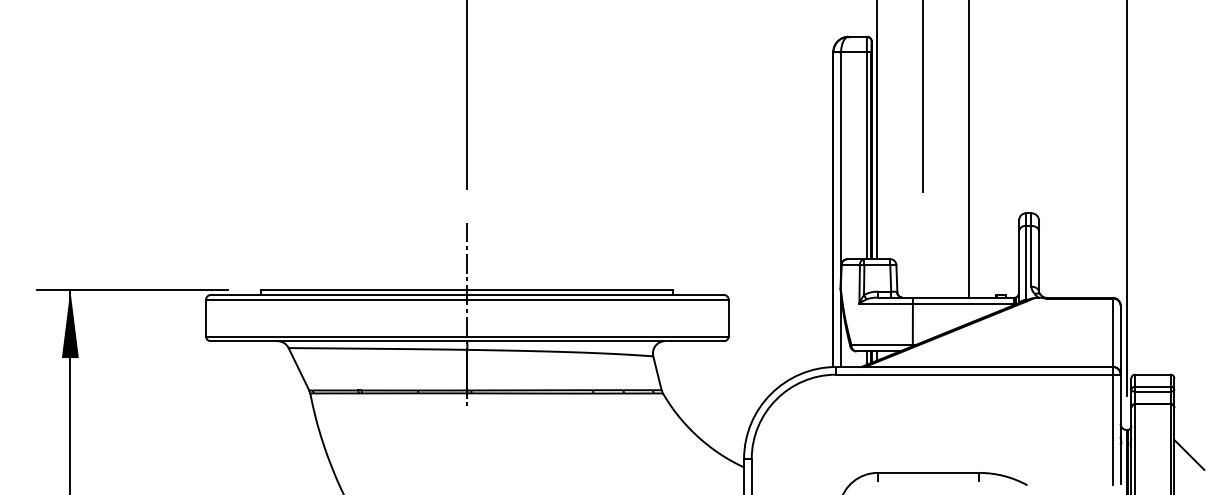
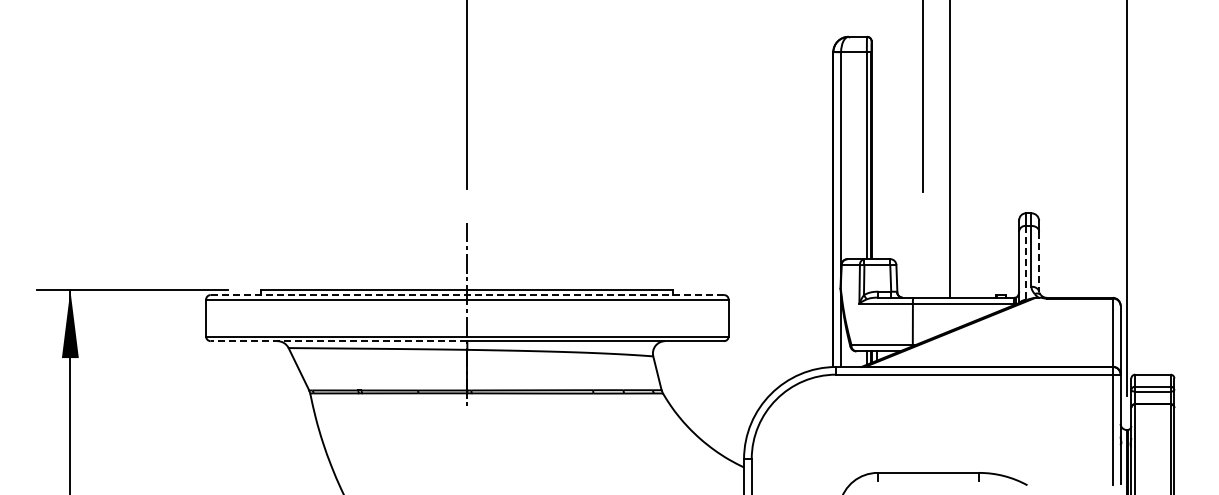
line at (876, 130): present -> none
line at (969, 149) position: (969, 149) -> (950, 149)
line at (1039, 262): solid -> dashed
line at (1026, 263): solid -> dashed
line at (467, 295): solid -> dashed
line at (338, 341): solid -> dashed
line at (1189, 454): present -> none
